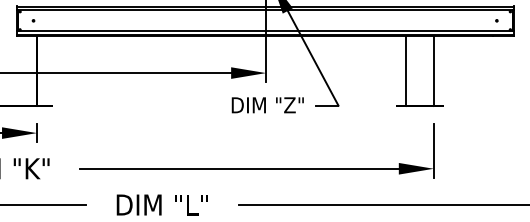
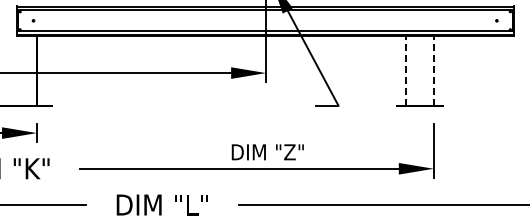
line at (406, 70): solid -> dashed
line at (433, 70): solid -> dashed
text at (267, 105) position: (267, 105) -> (267, 152)
